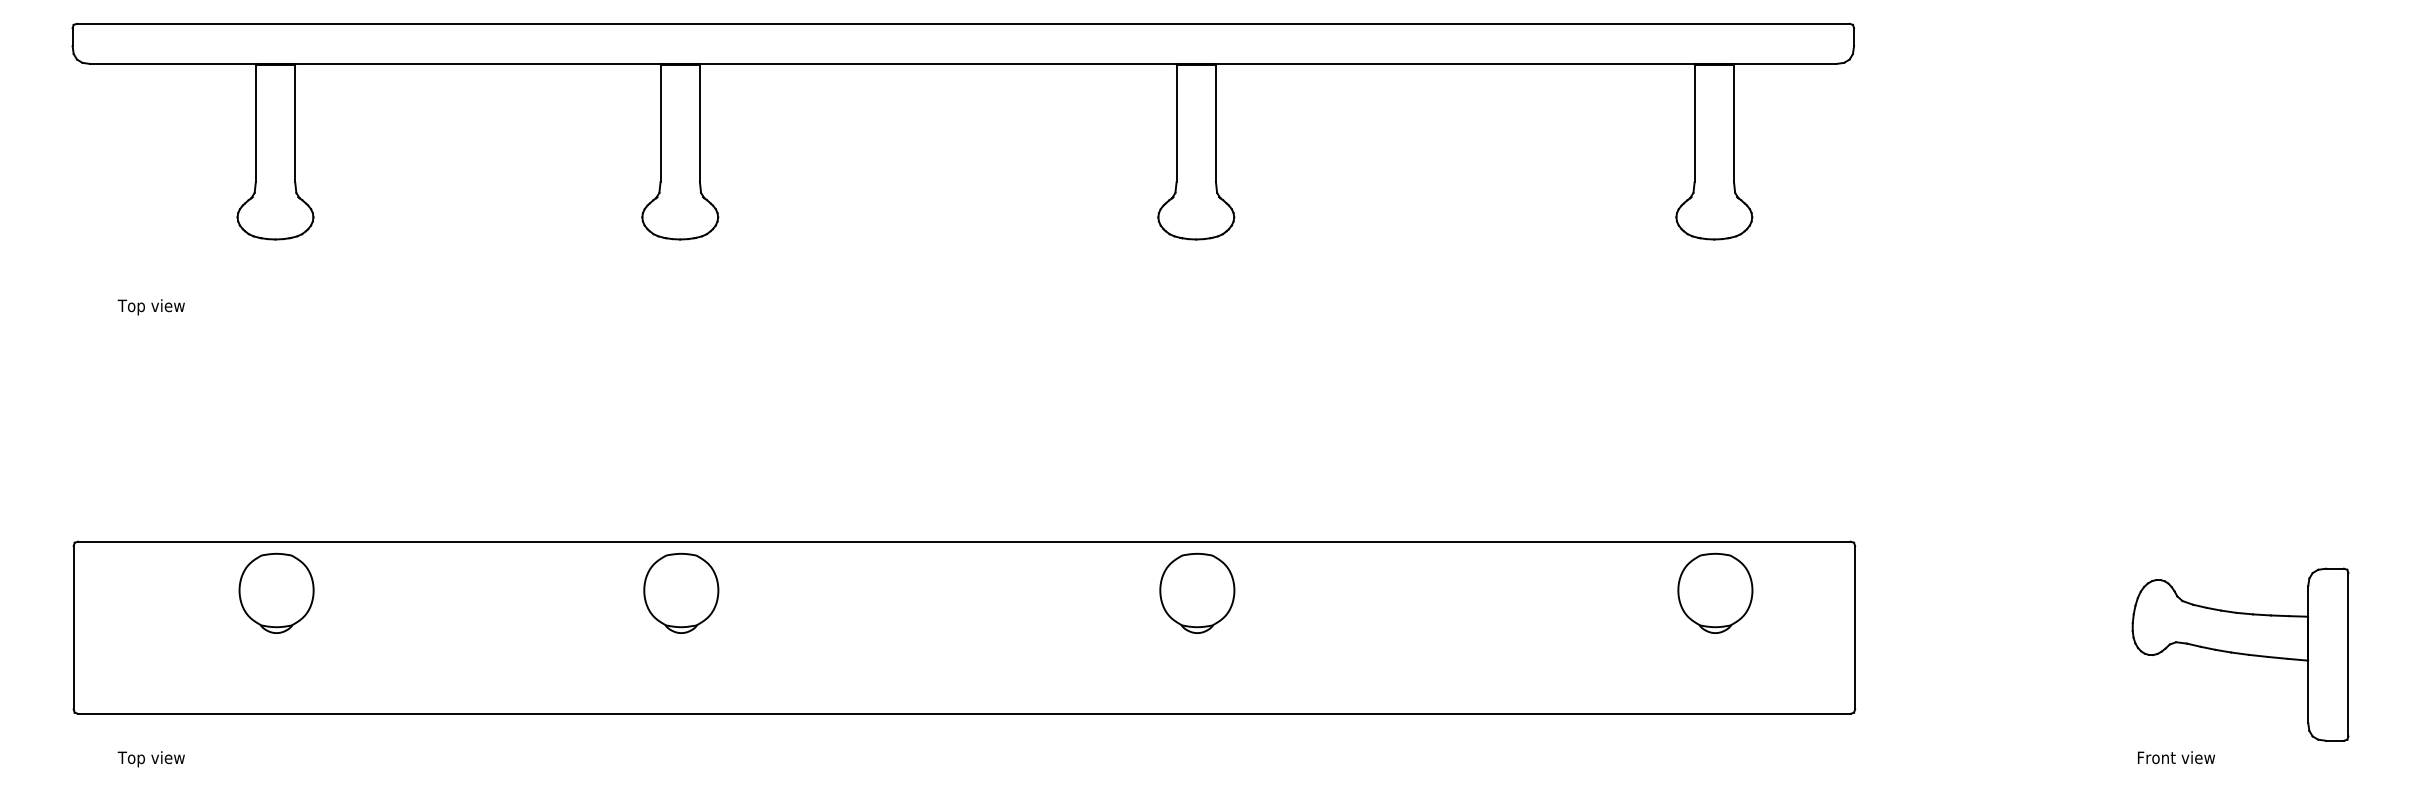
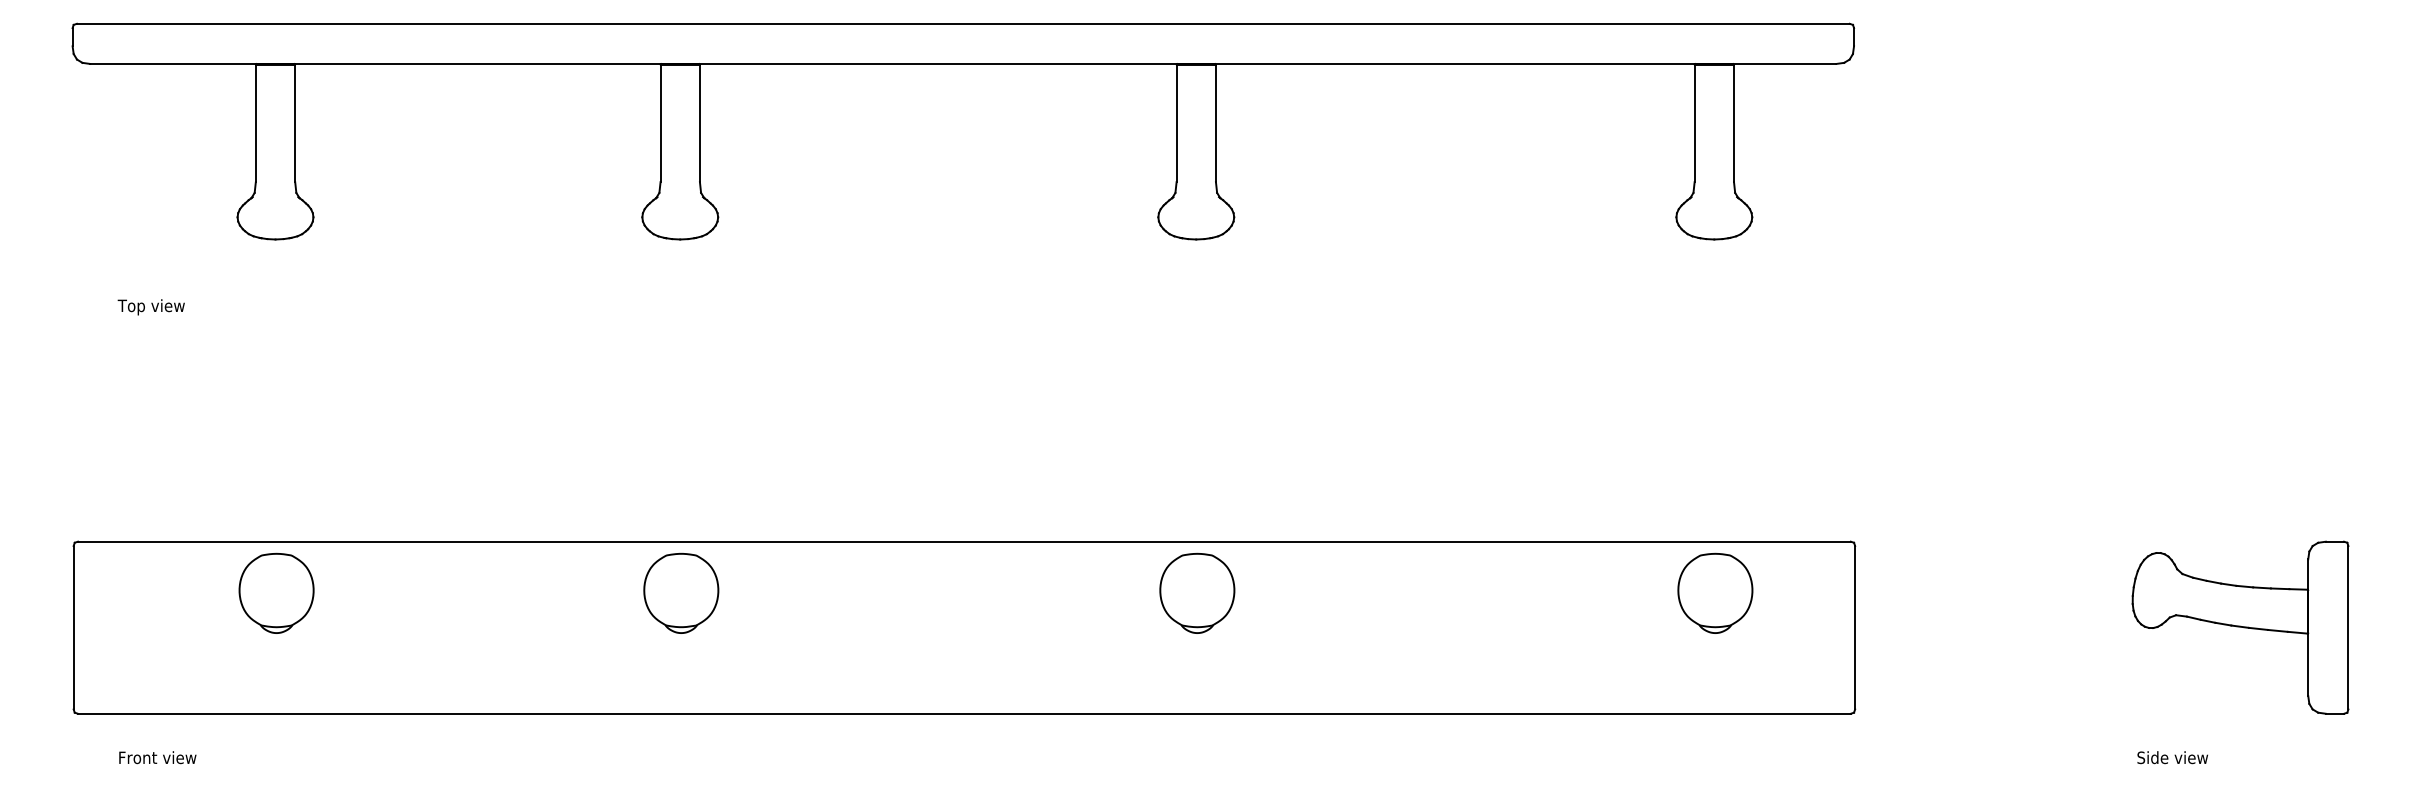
part at (2240, 654) position: (2240, 654) -> (2240, 627)
text at (2175, 757): Front view -> Side view
text at (156, 759): Top view -> Front view
